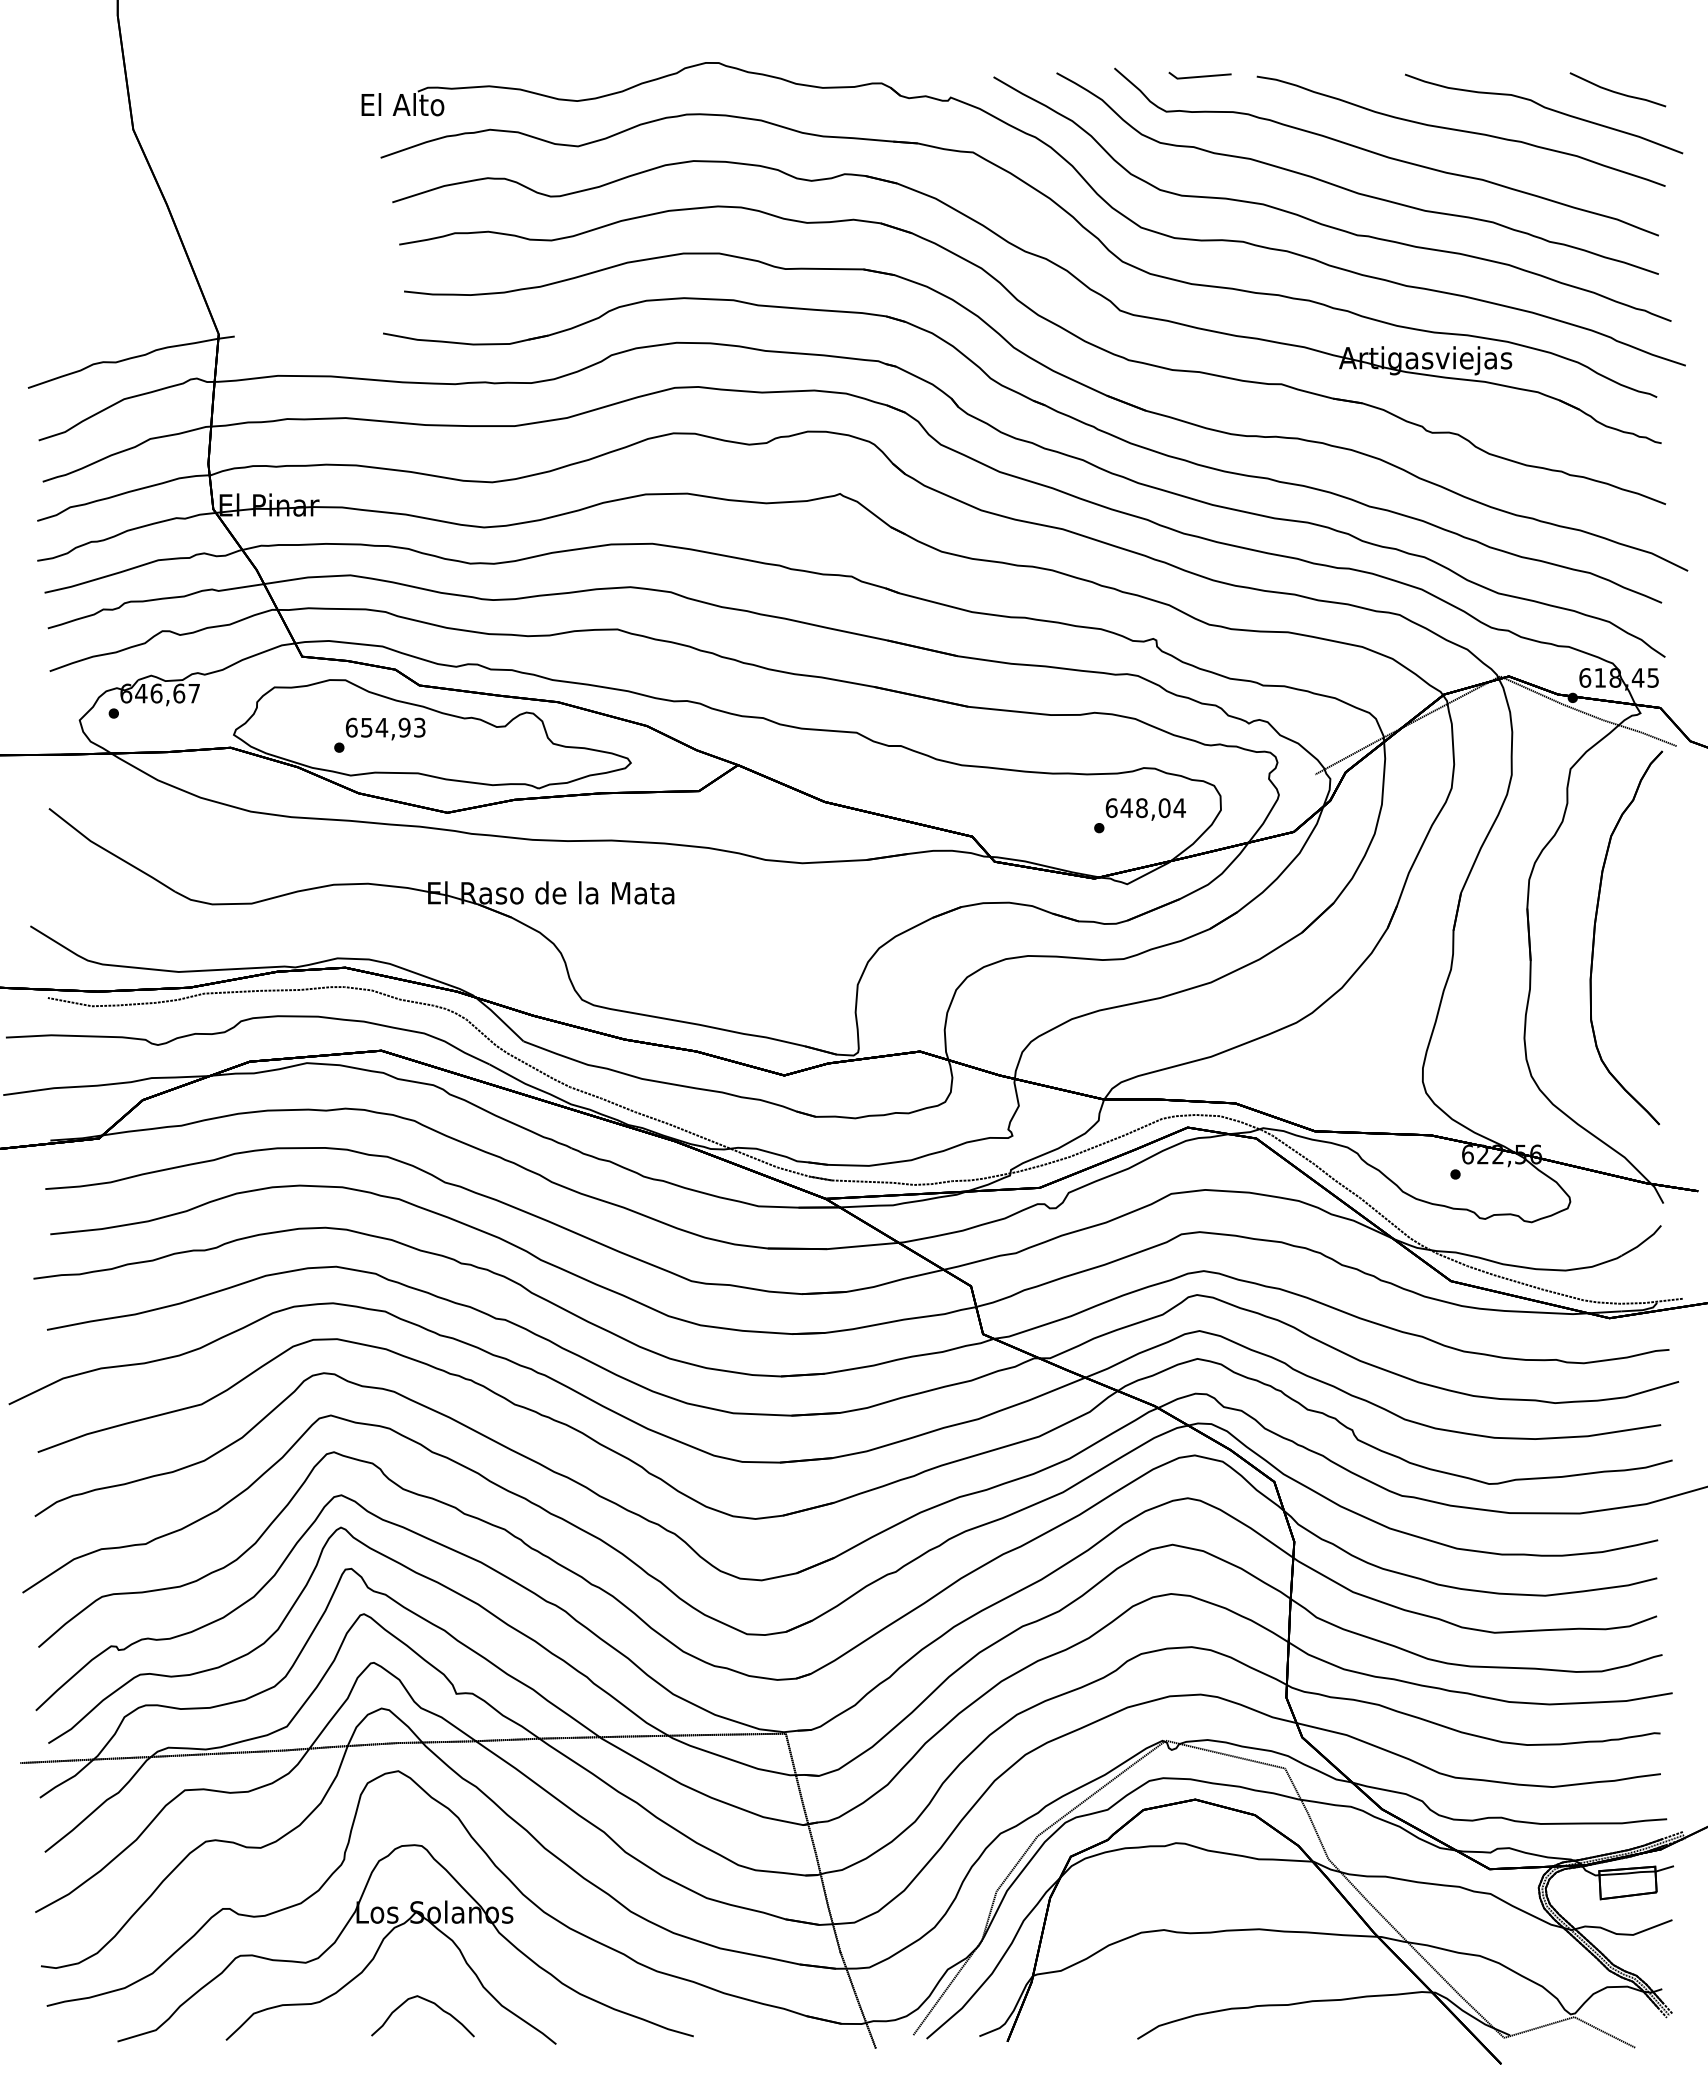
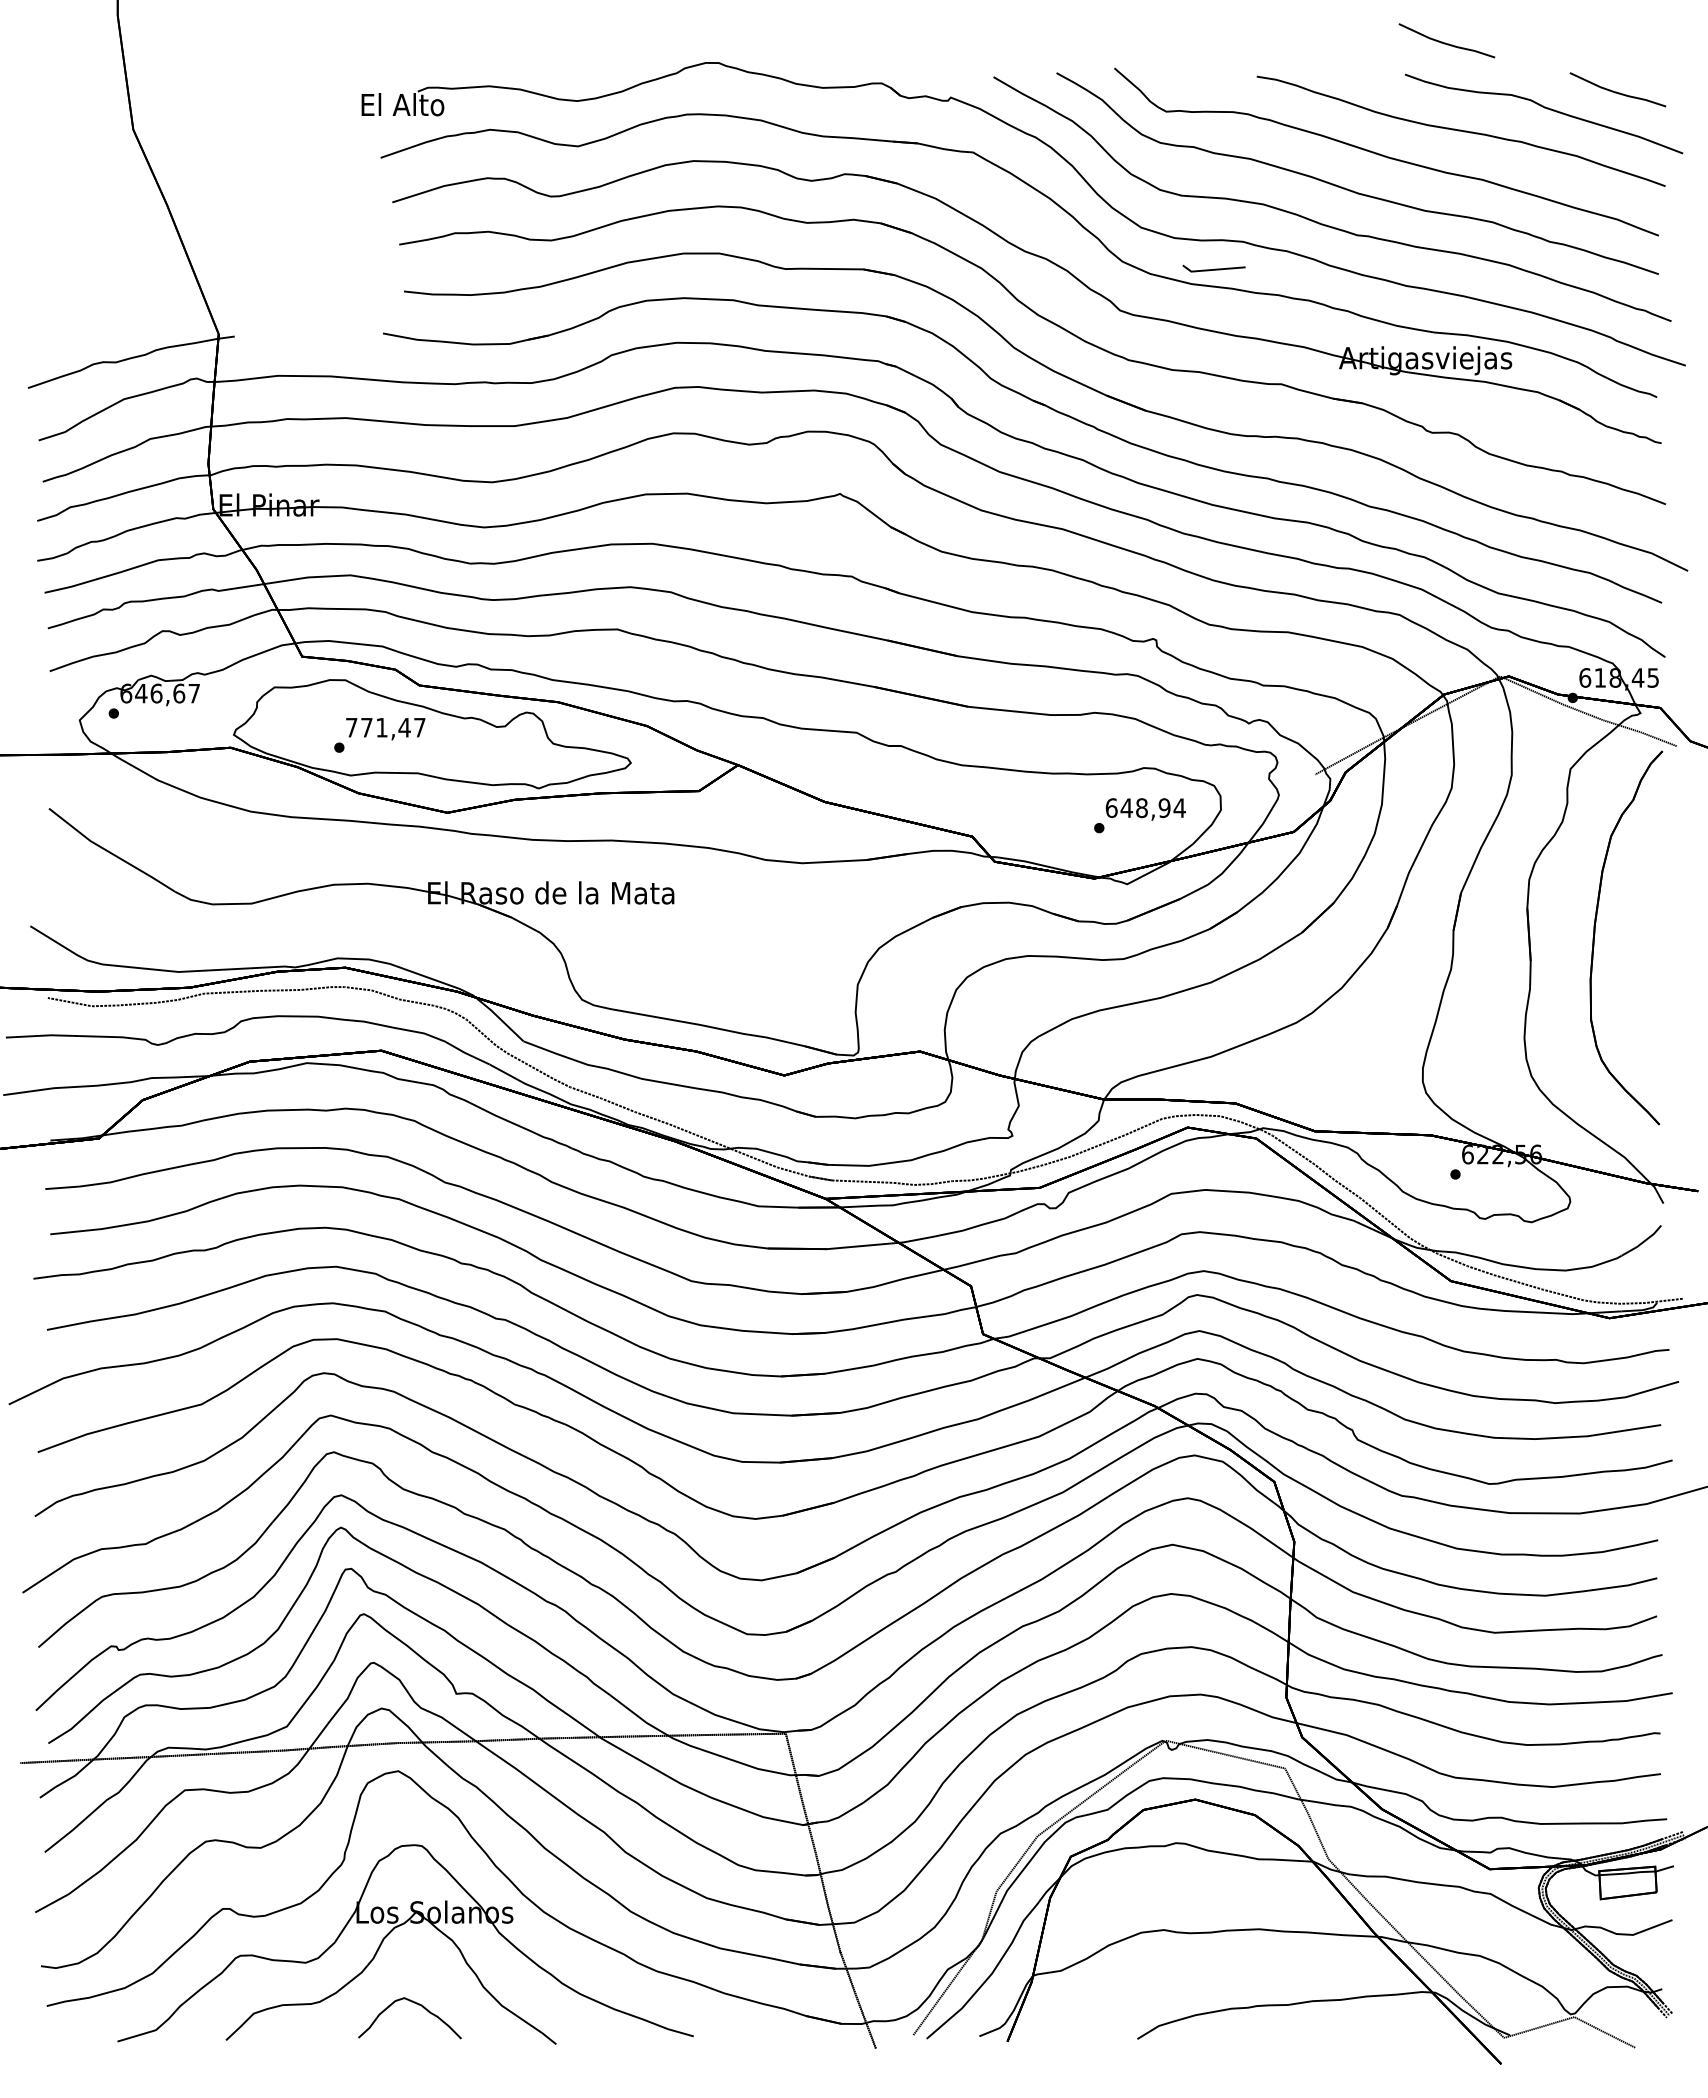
curve at (1445, 42): none -> present
line at (1200, 75) position: (1200, 75) -> (1214, 268)
text at (385, 727): 654,93 -> 771,47
text at (1164, 808): 648,04 -> 648,94
part at (429, 2002) position: (429, 2002) -> (416, 2004)
